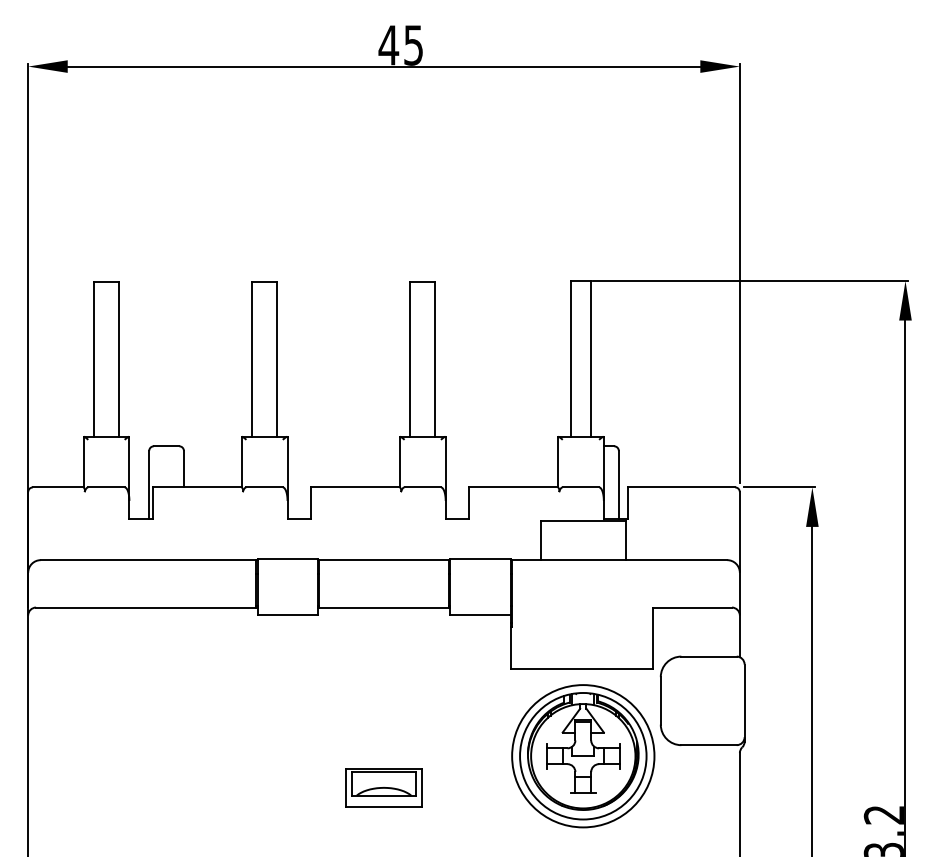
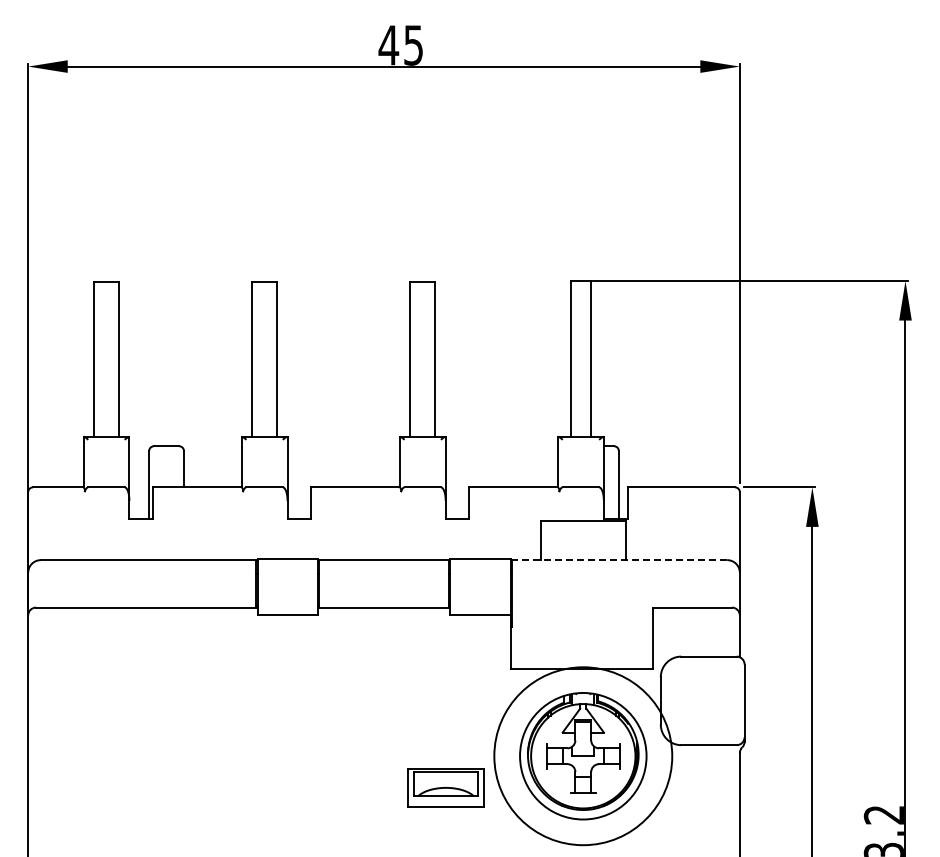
line at (618, 560): solid -> dashed
circle at (583, 756) diameter: 142 px -> 178 px
part at (383, 787) position: (383, 787) -> (445, 787)
